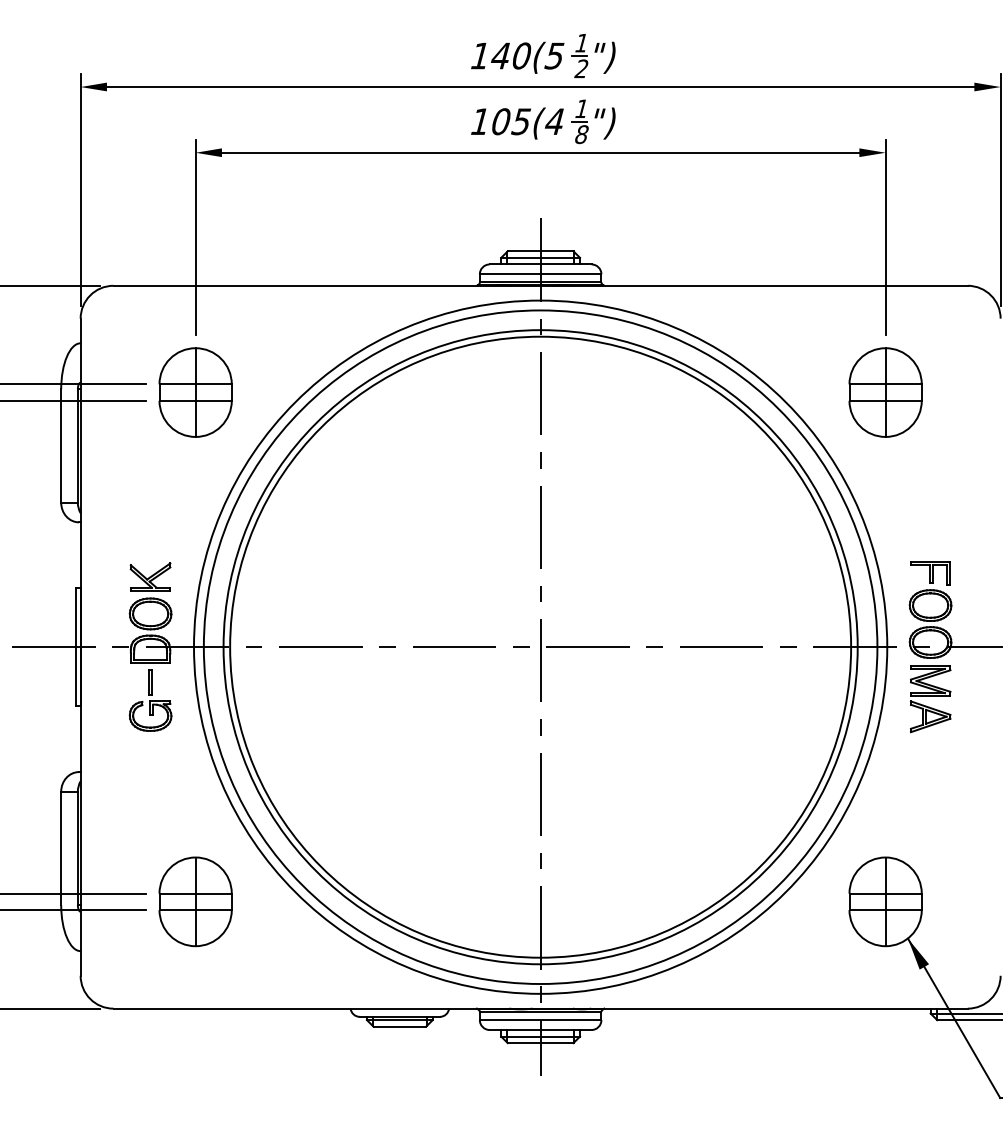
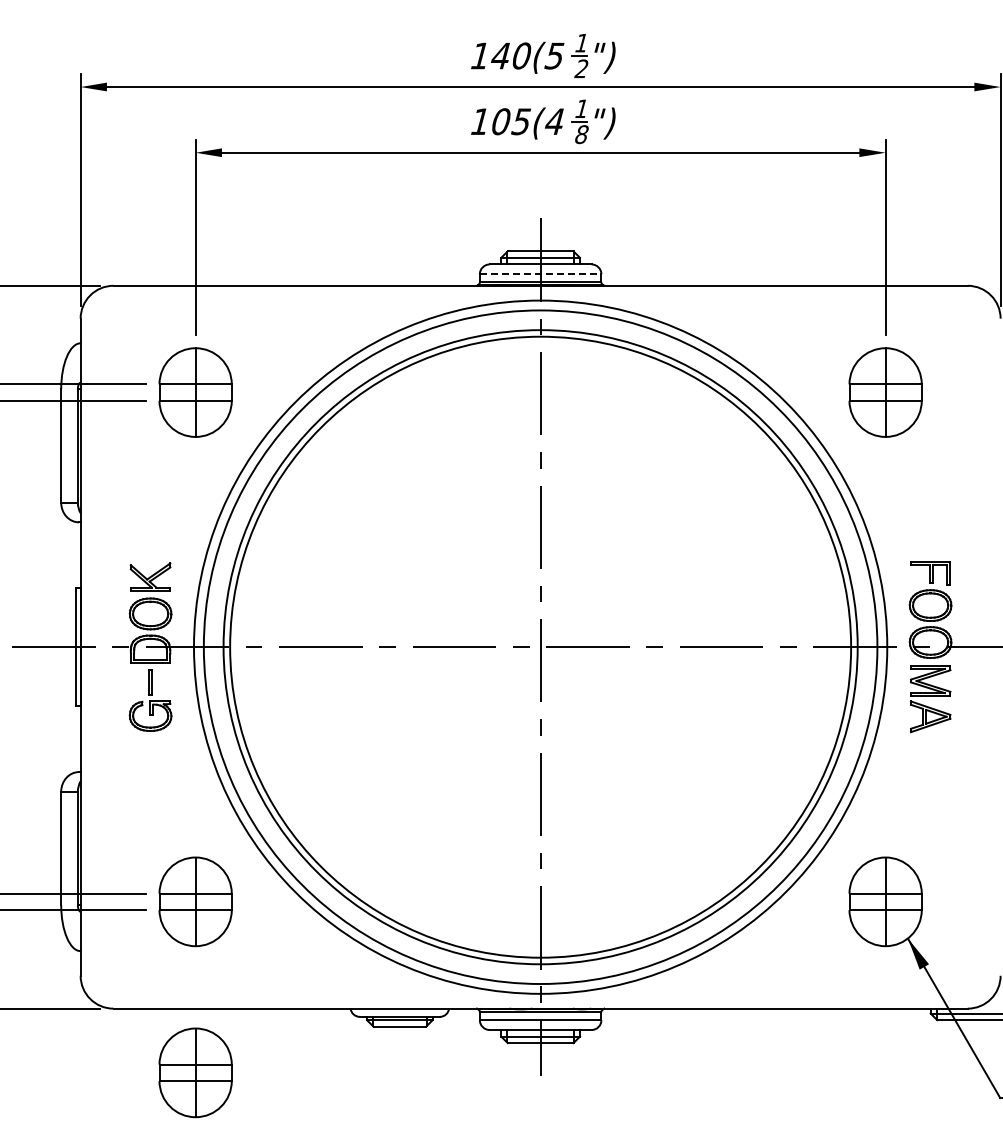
line at (540, 274): solid -> dashed
part at (195, 1072): none -> present
